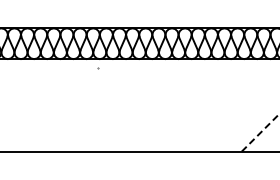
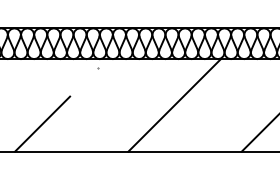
line at (174, 105): none -> present
line at (42, 123): none -> present
line at (260, 132): dashed -> solid
